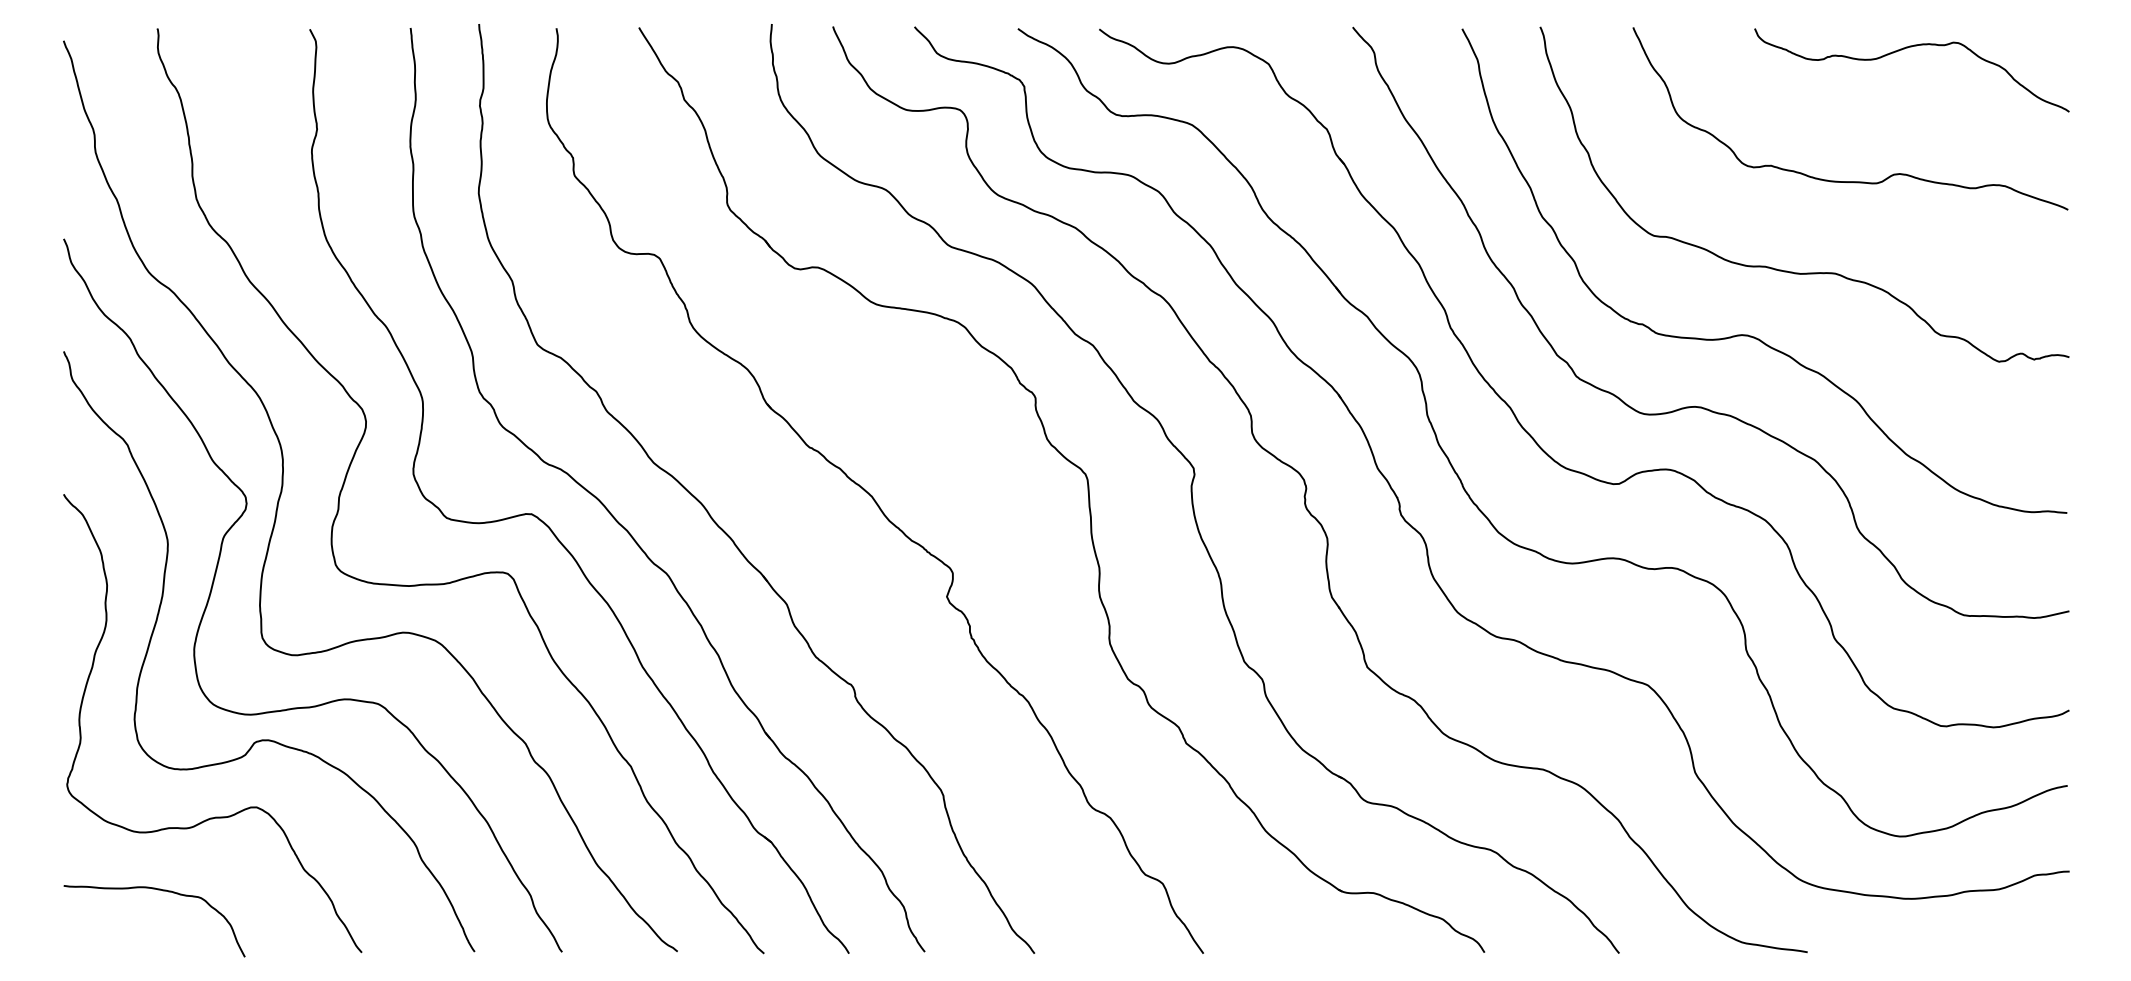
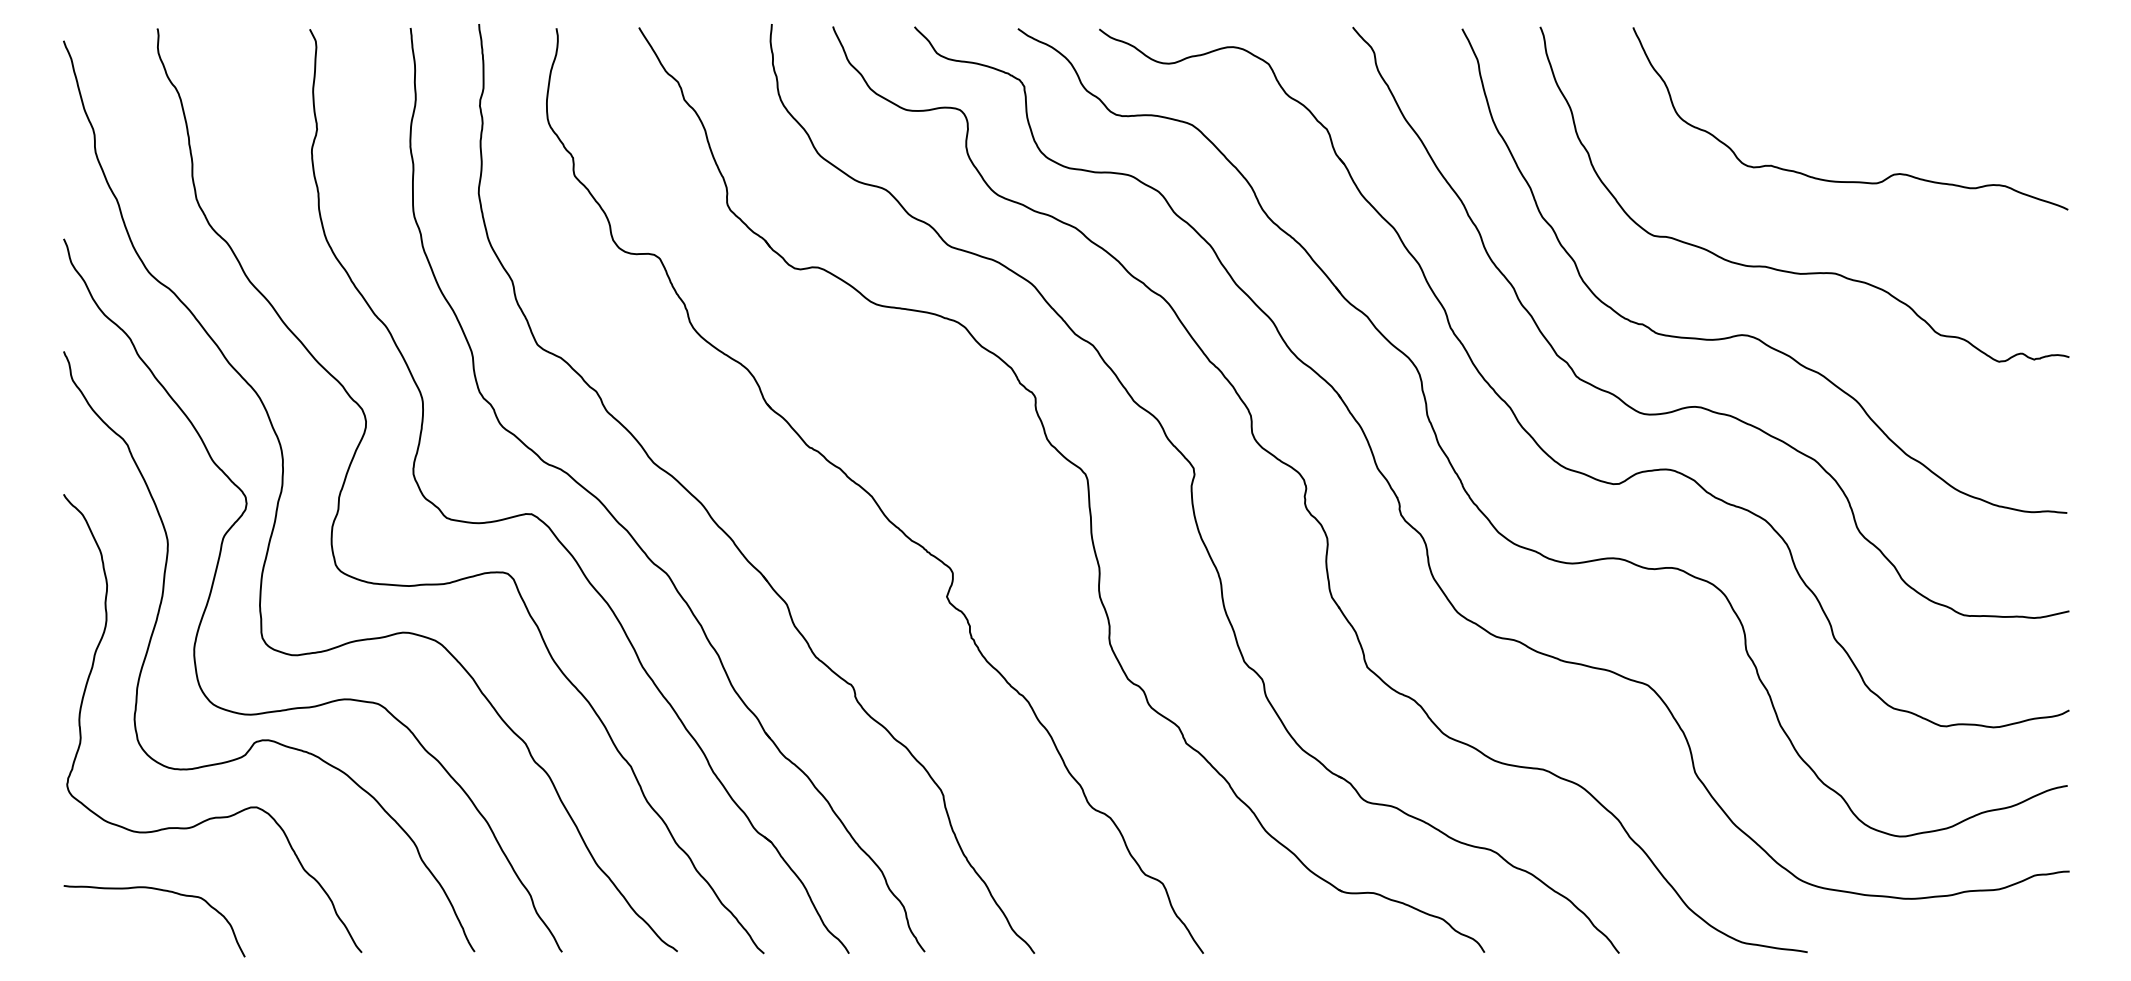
curve at (1904, 49): present -> none
